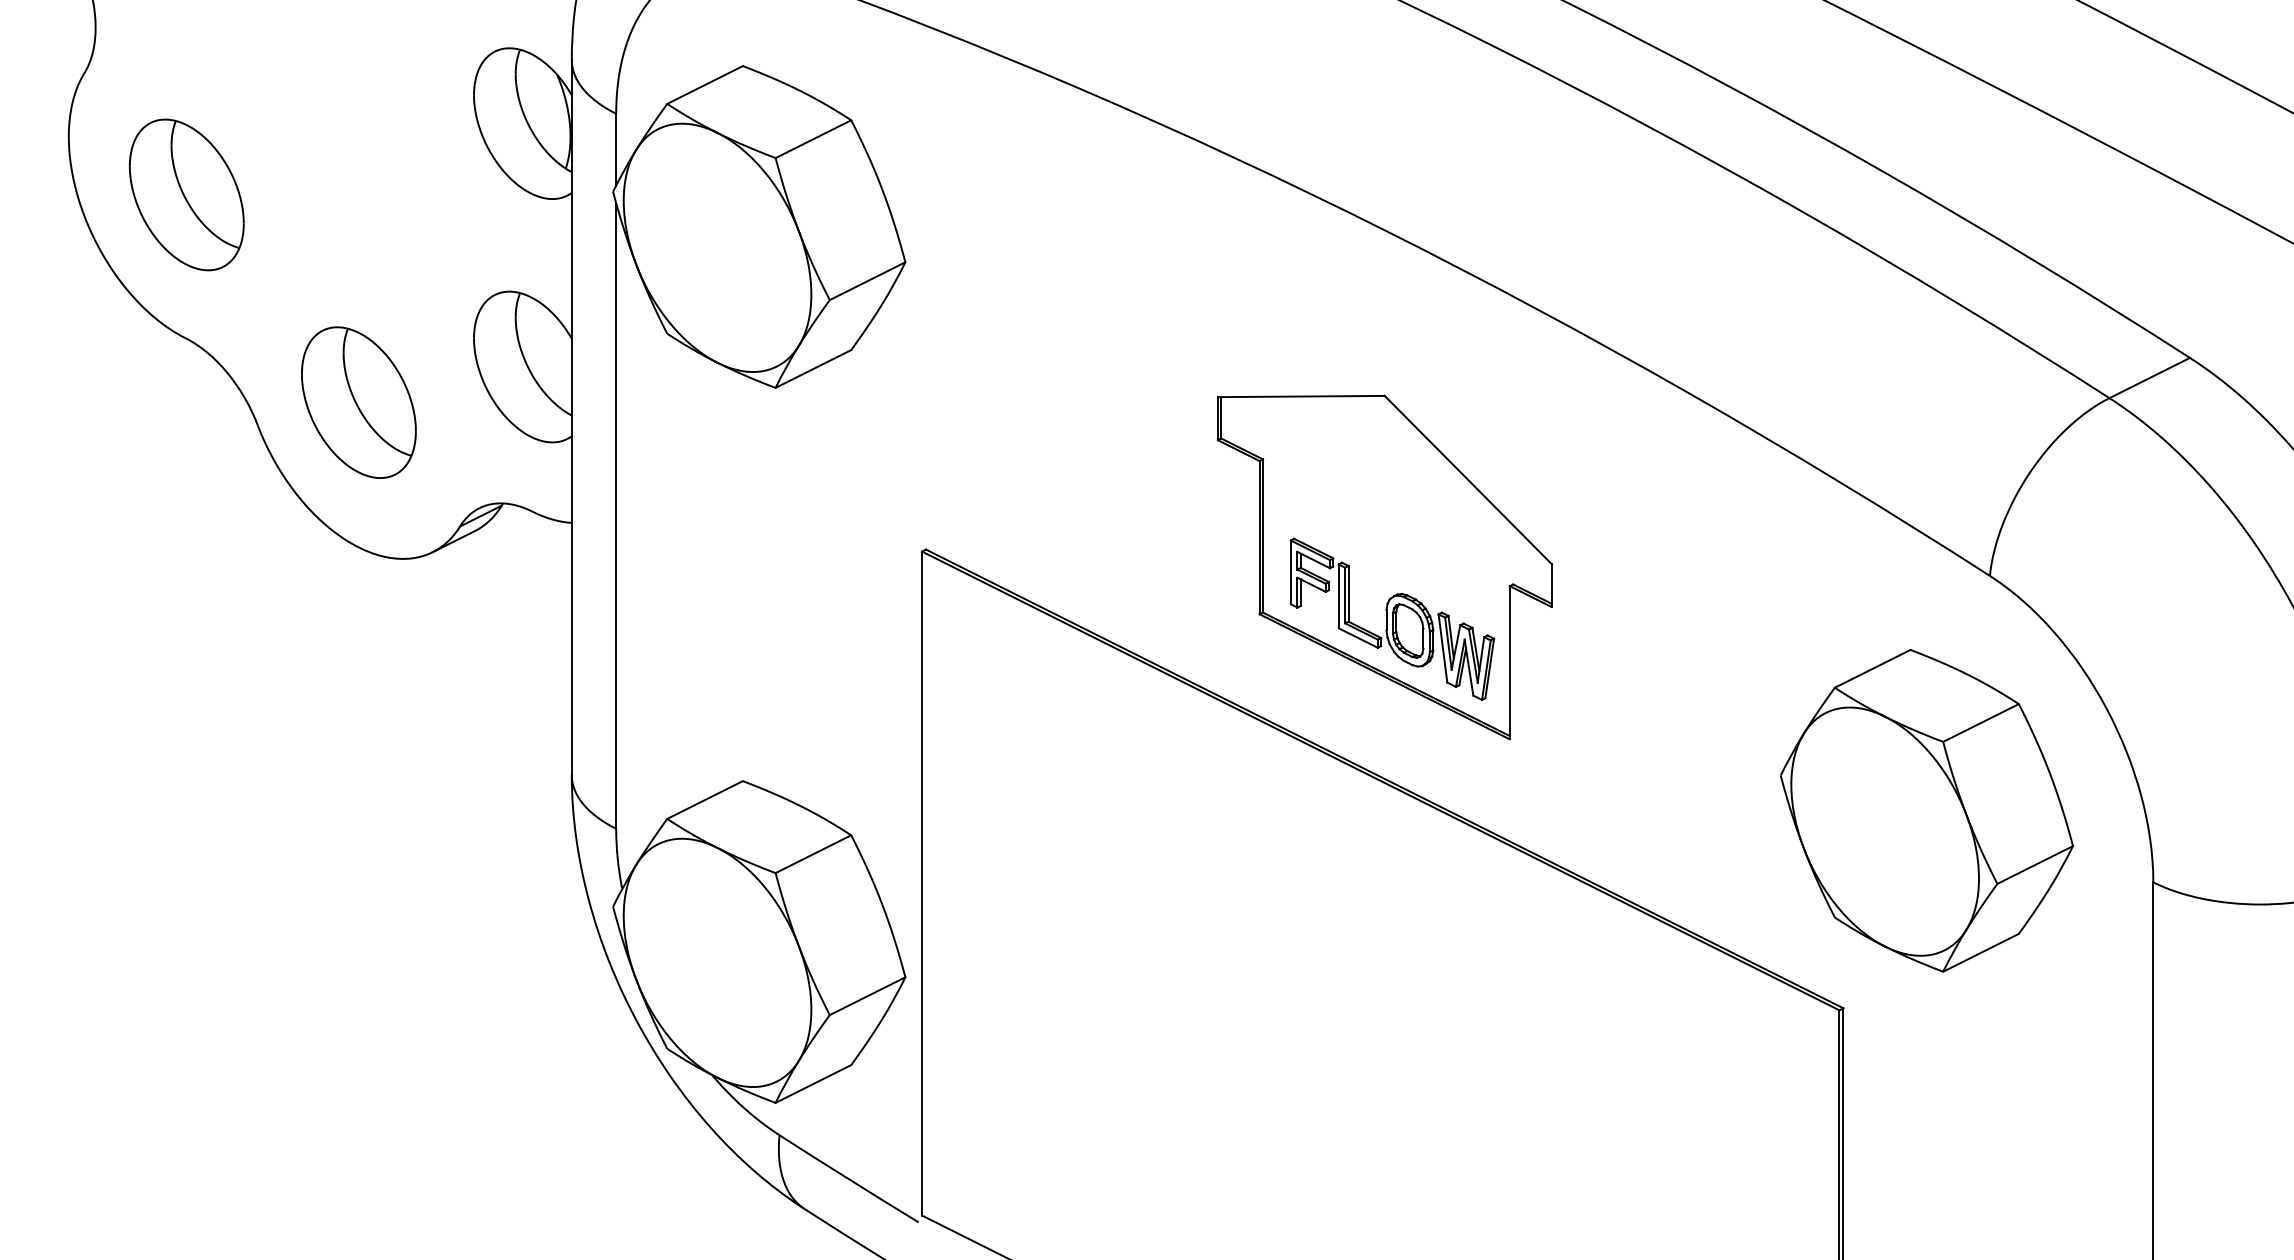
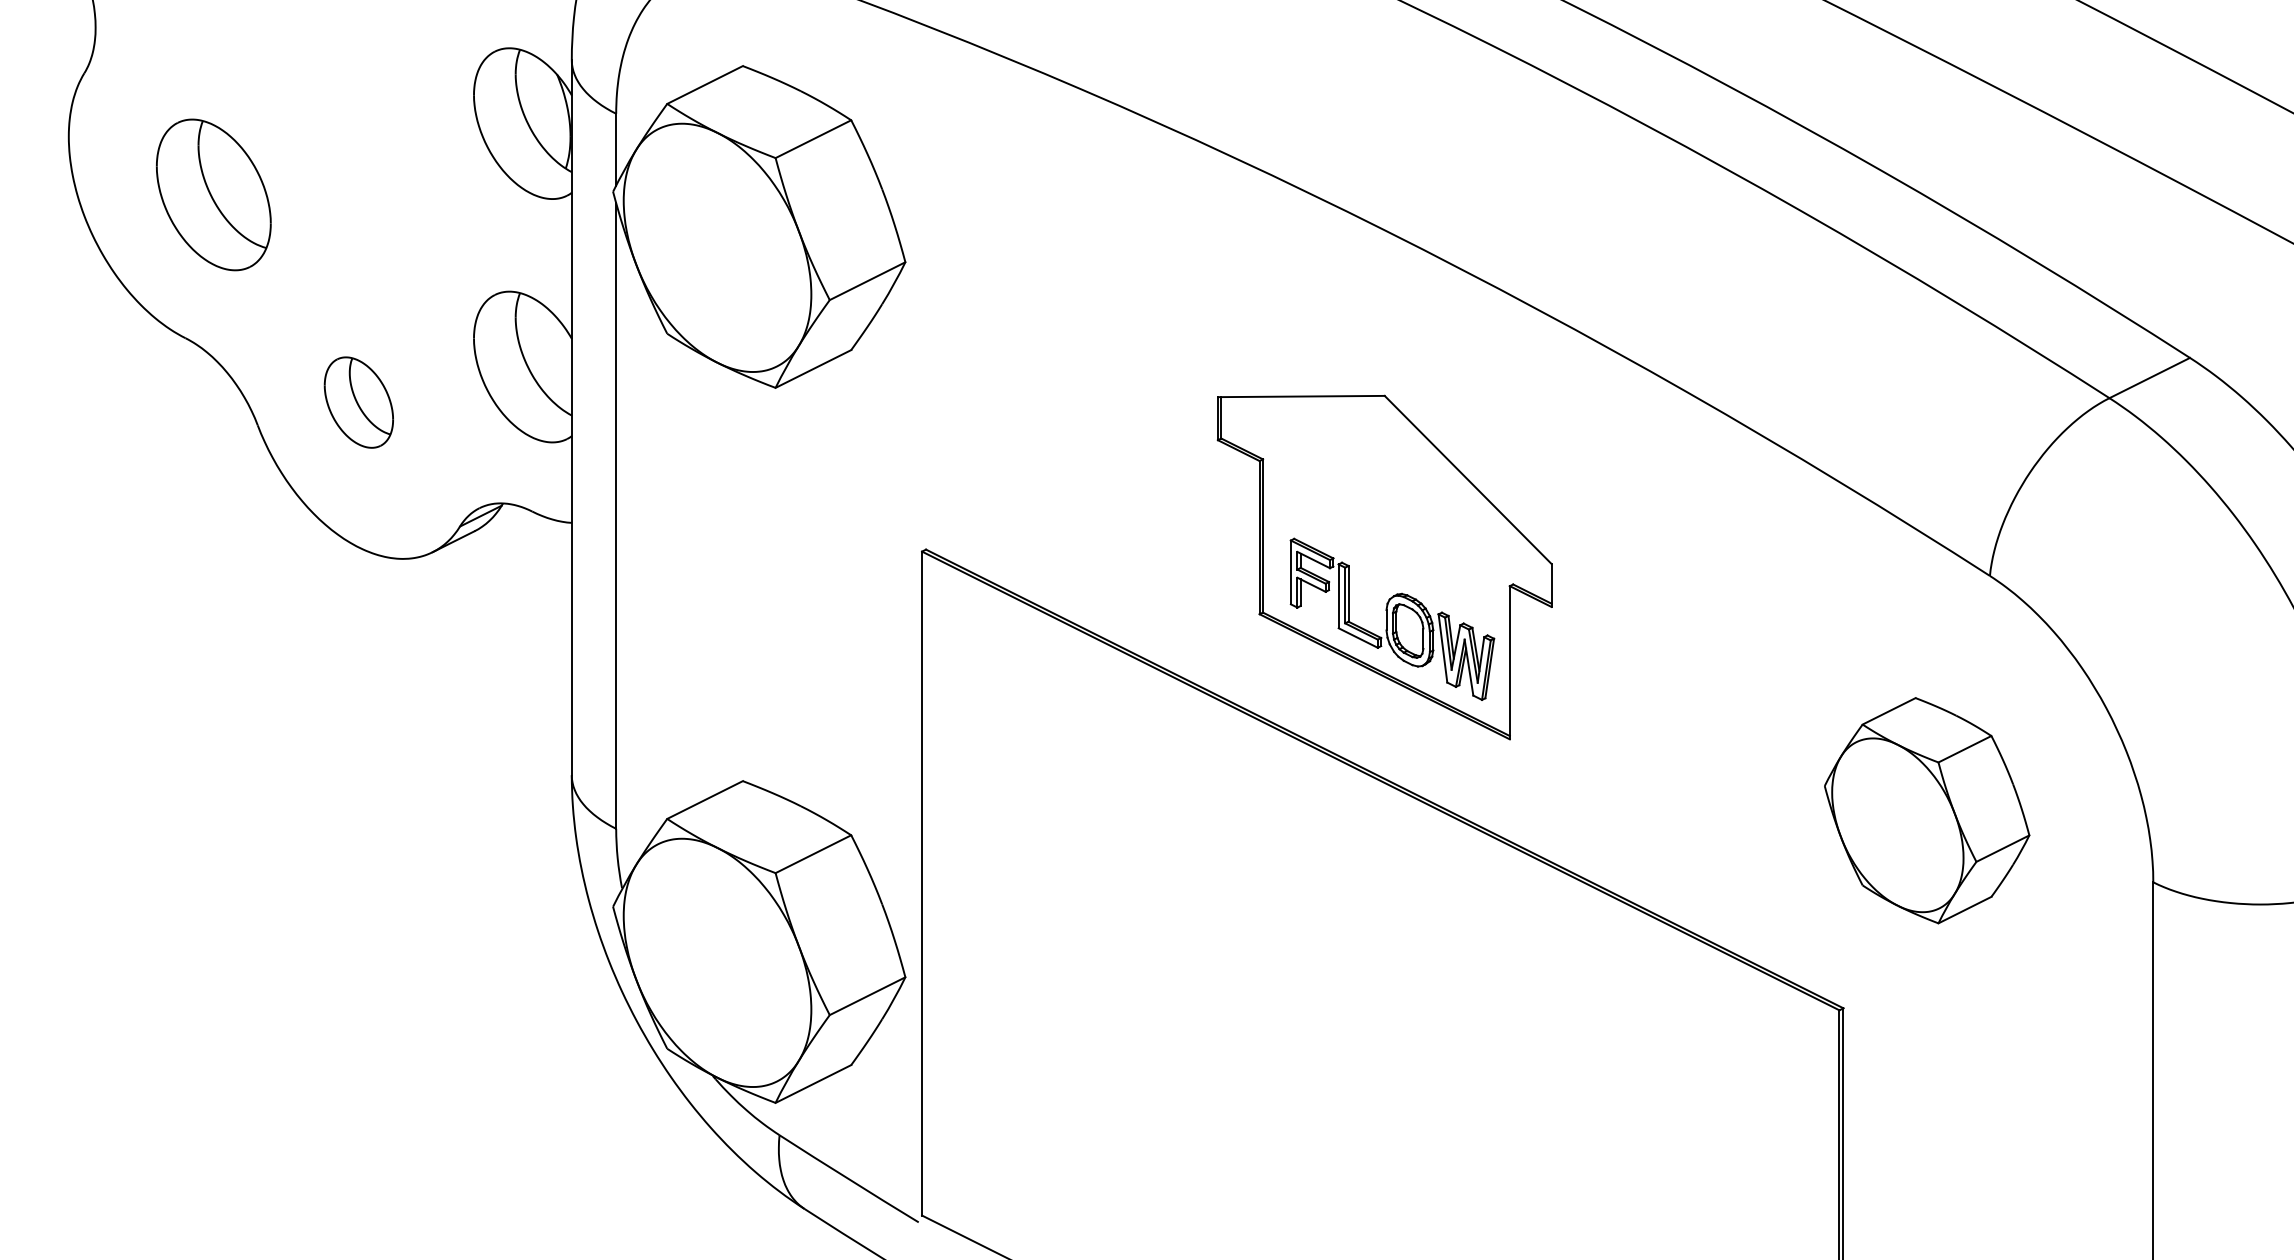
part at (186, 194) position: (186, 194) -> (213, 194)
part at (358, 402) size: 116x153 px -> 71x93 px
part at (1927, 810) size: 295x325 px -> 207x228 px
